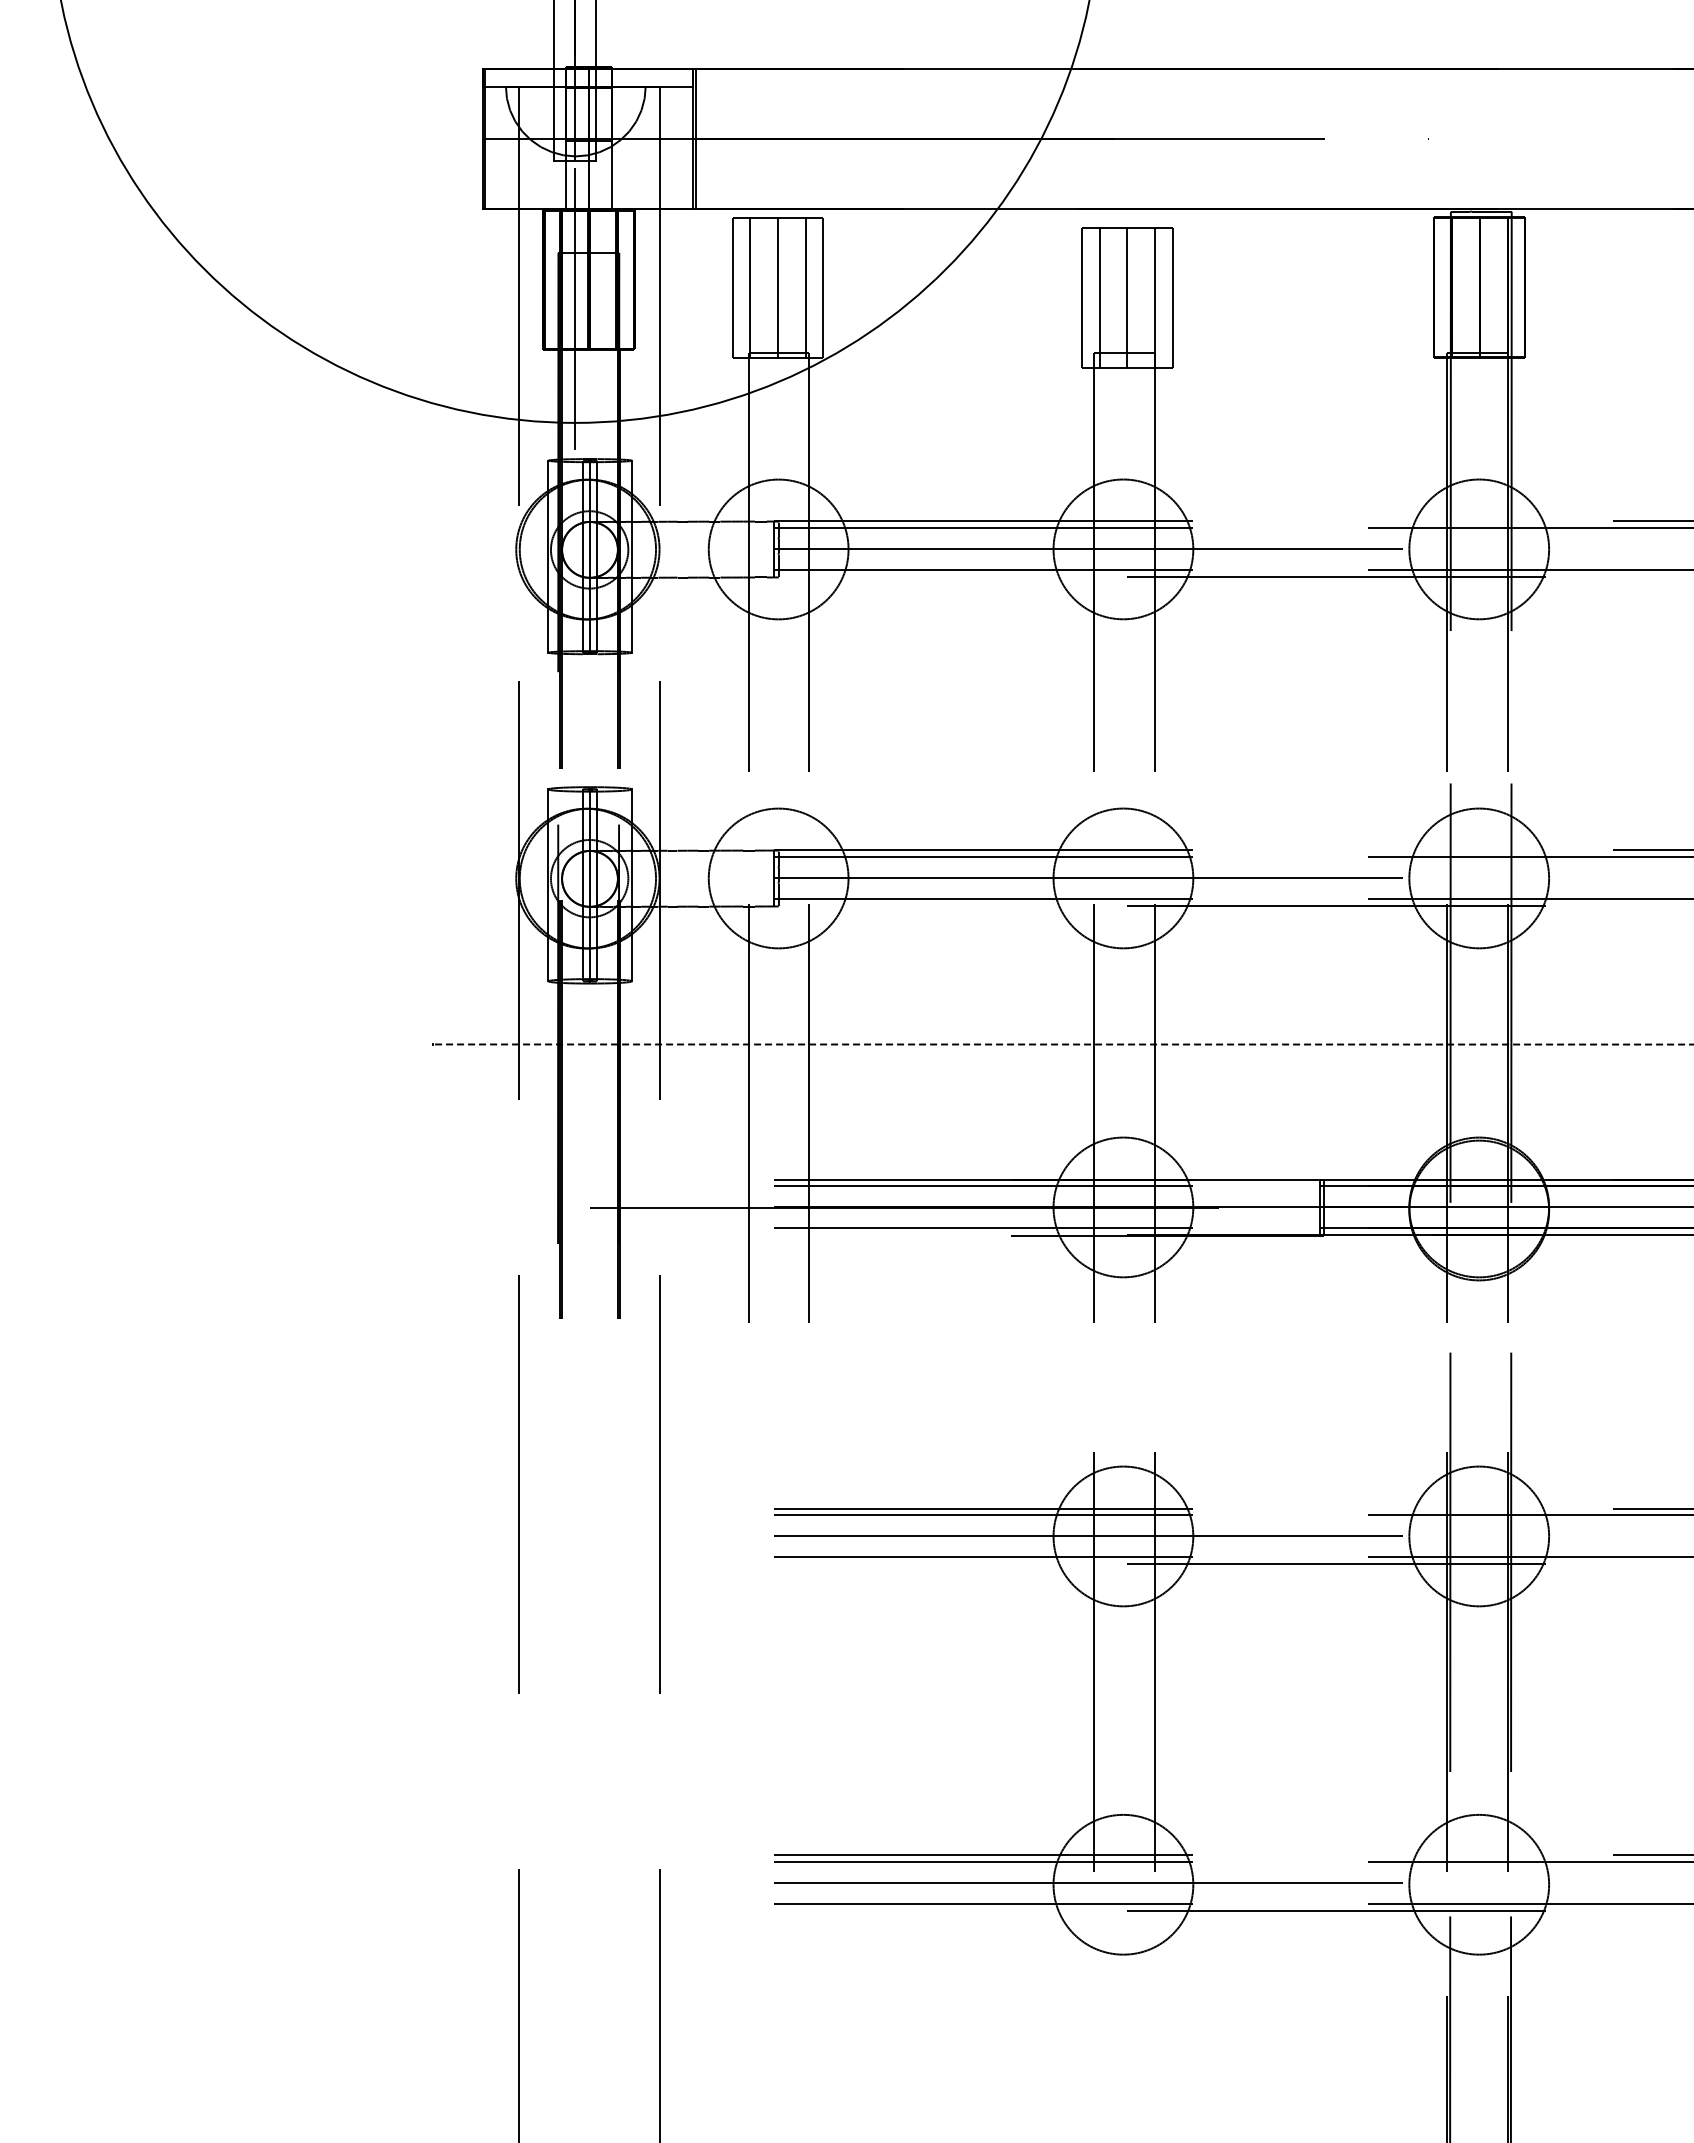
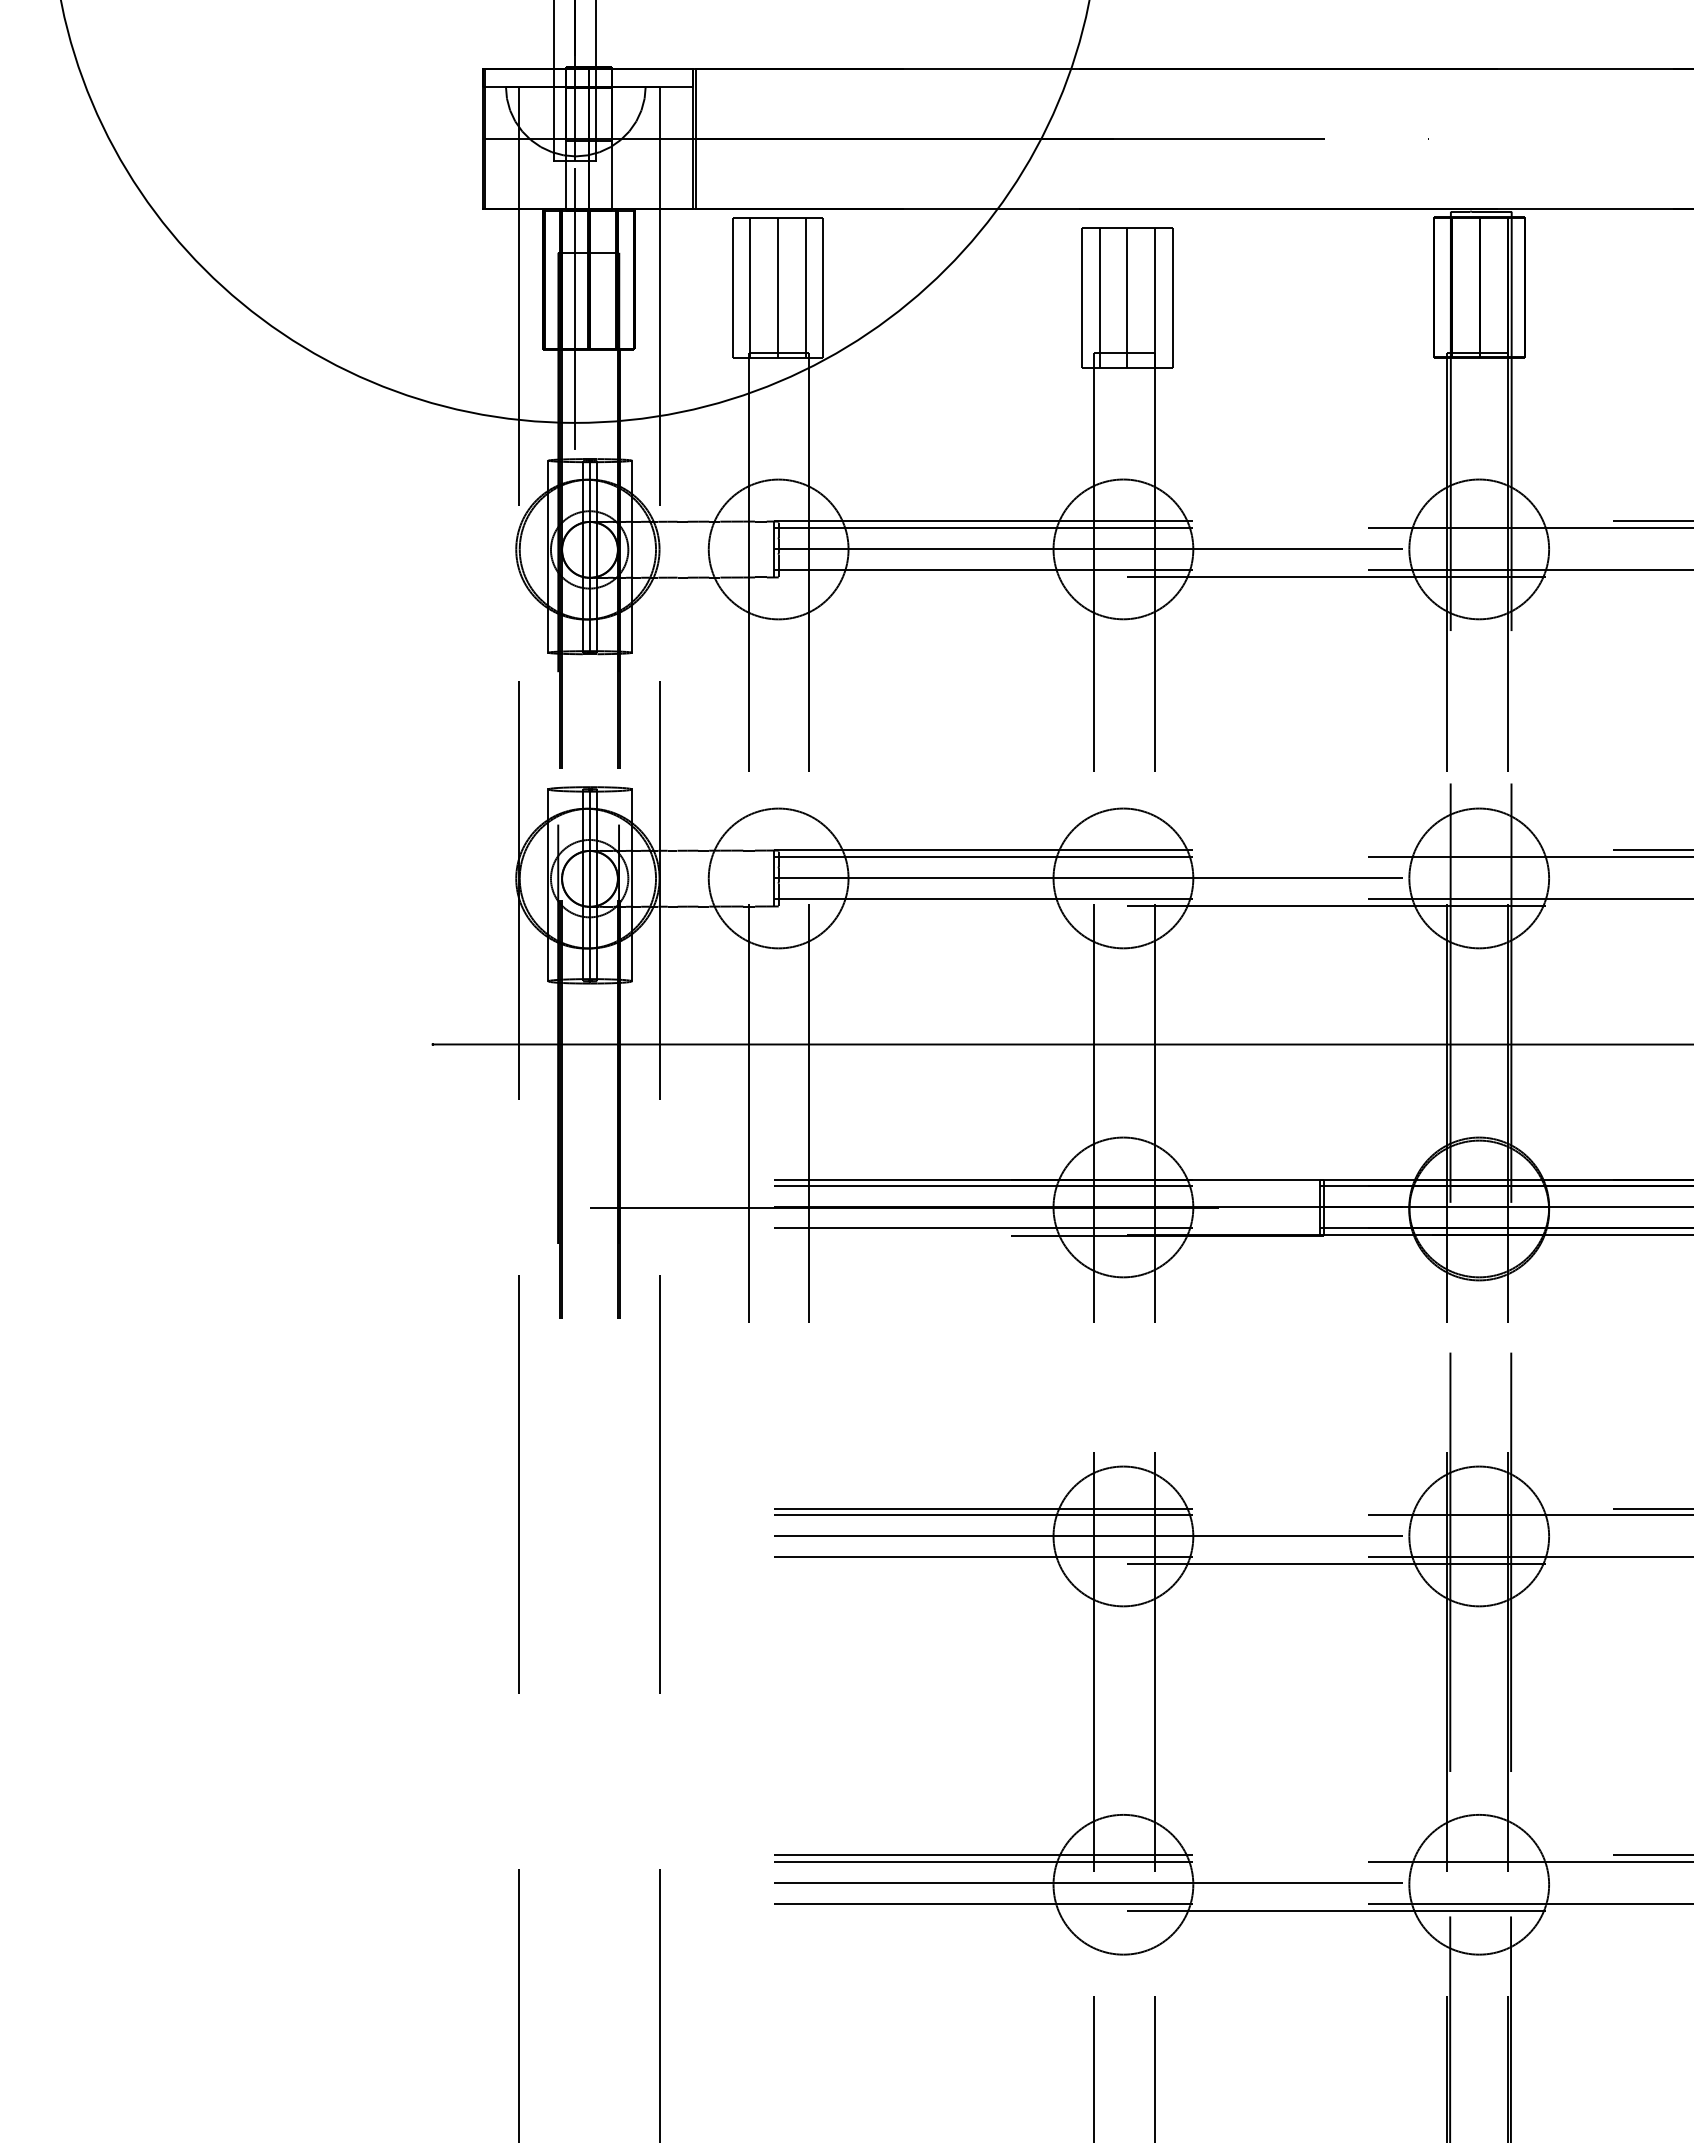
line at (1062, 1044): dashed -> solid
line at (1094, 2067): none -> present
line at (1155, 2067): none -> present
